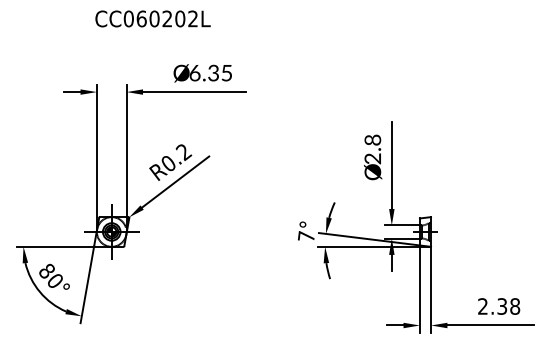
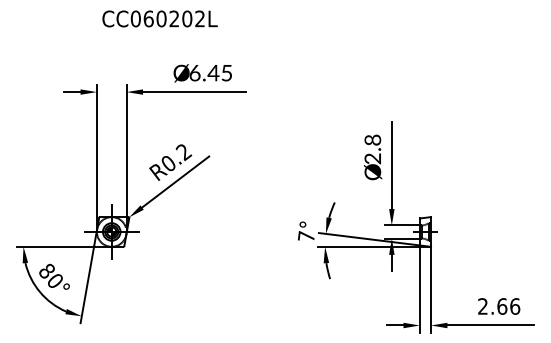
text at (152, 18) position: (152, 18) -> (159, 18)
text at (213, 72): 6.35 -> 6.45
text at (508, 306): 2.38 -> 2.66
